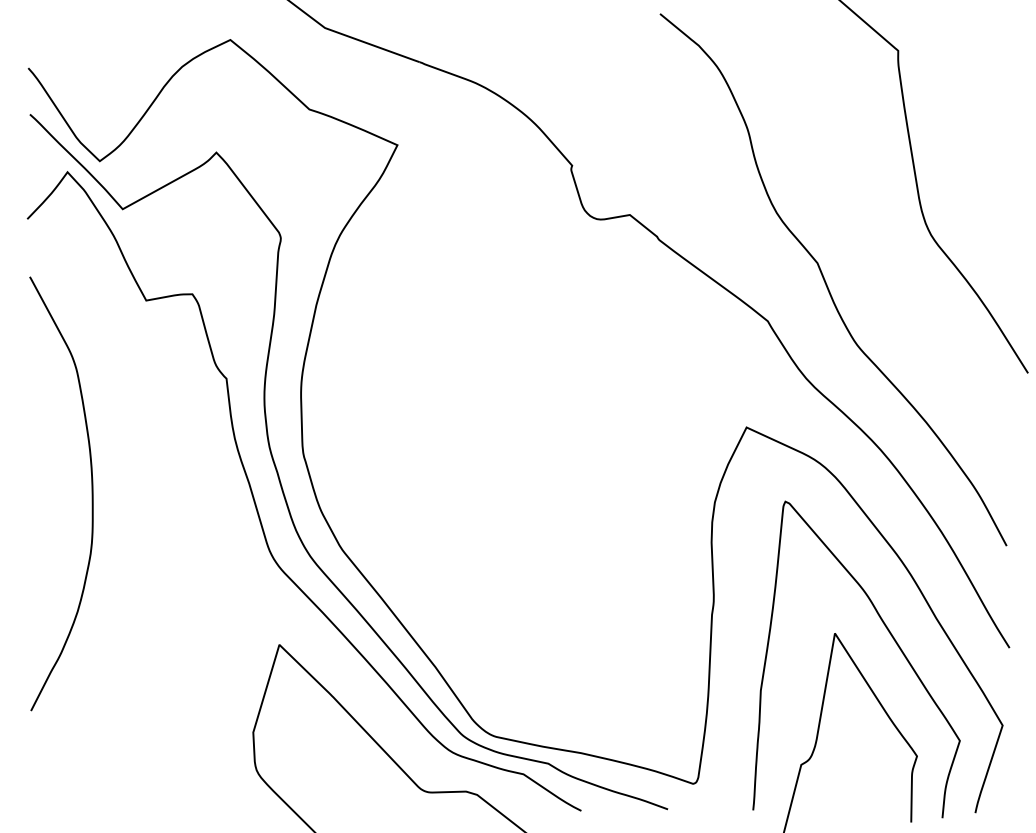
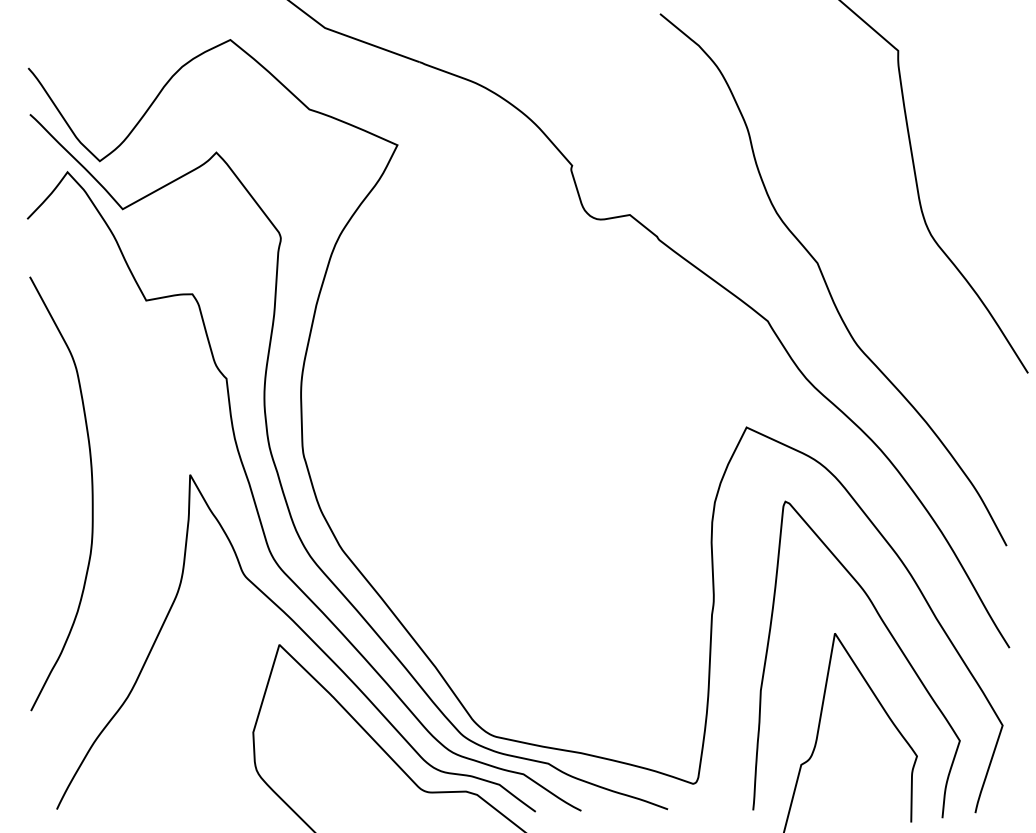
curve at (304, 633): none -> present
